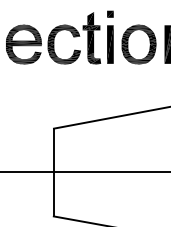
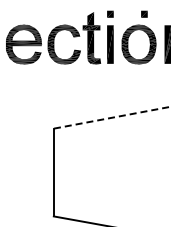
part at (144, 13): none -> present
line at (112, 117): solid -> dashed
line at (84, 172): present -> none
